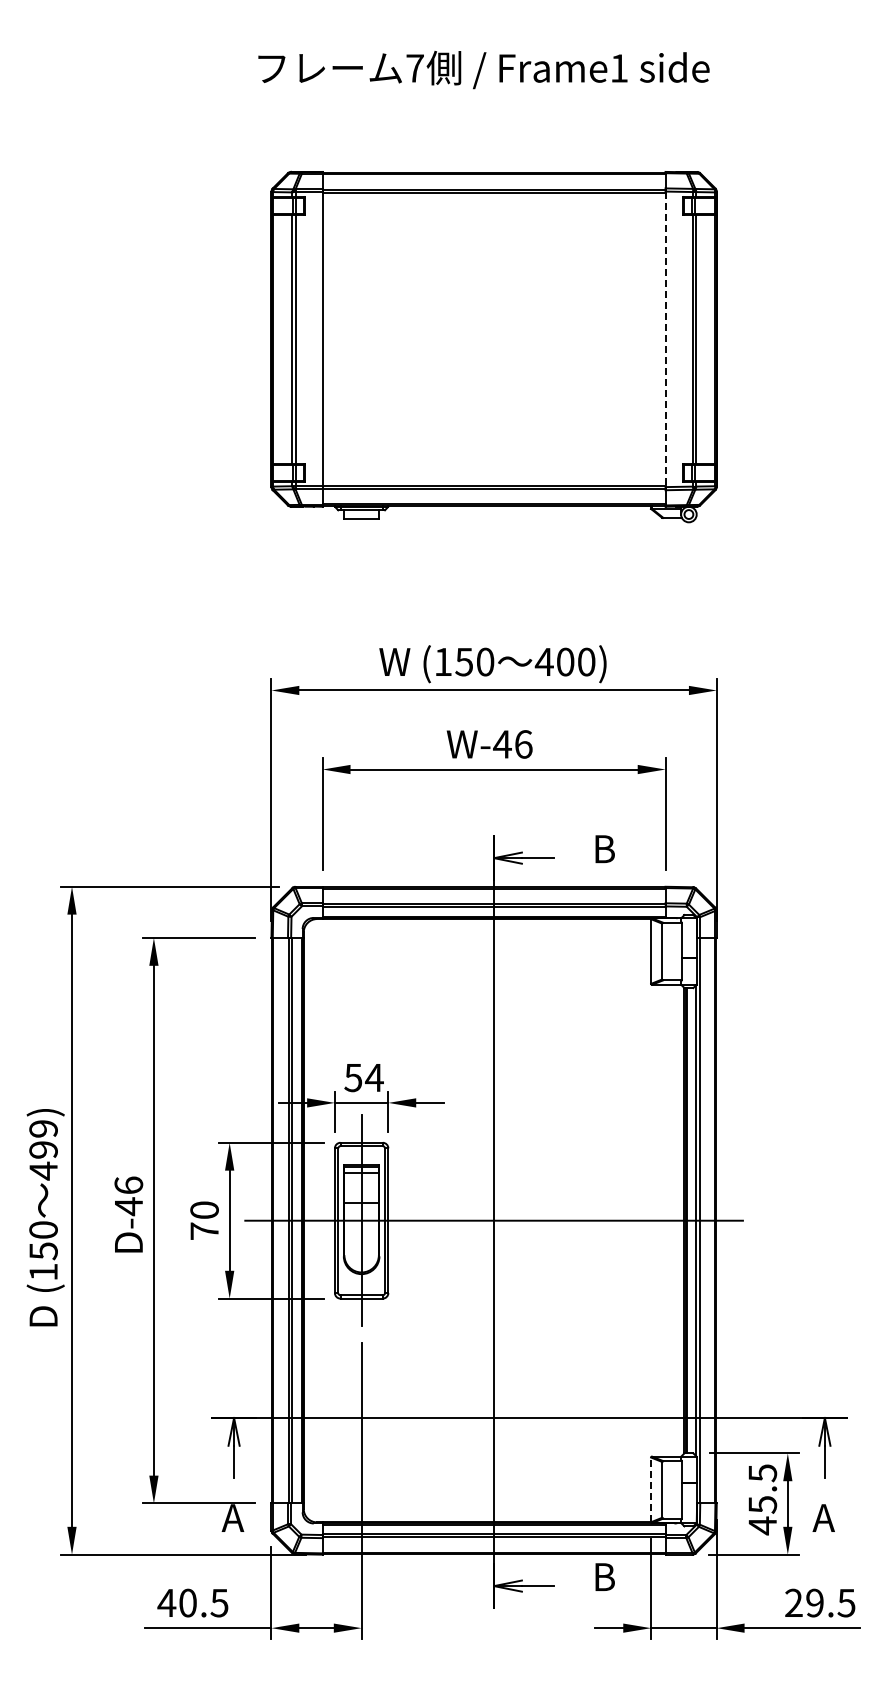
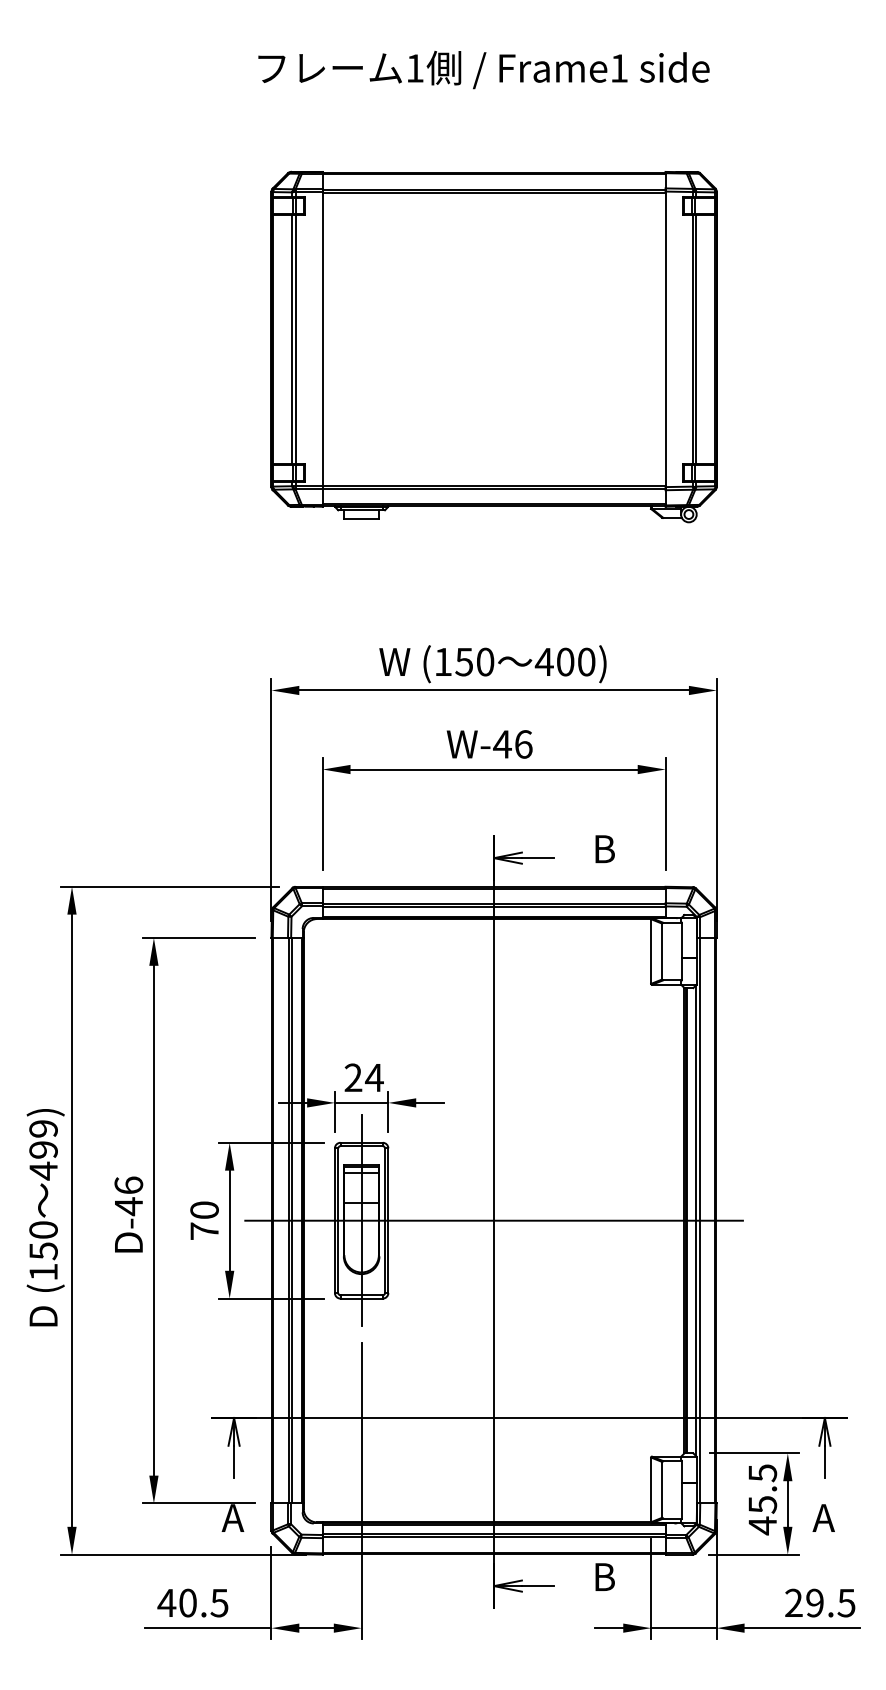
text at (414, 68): 7 -> 1
line at (665, 339): dashed -> solid
text at (353, 1077): 54 -> 24
line at (651, 1489): dashed -> solid
